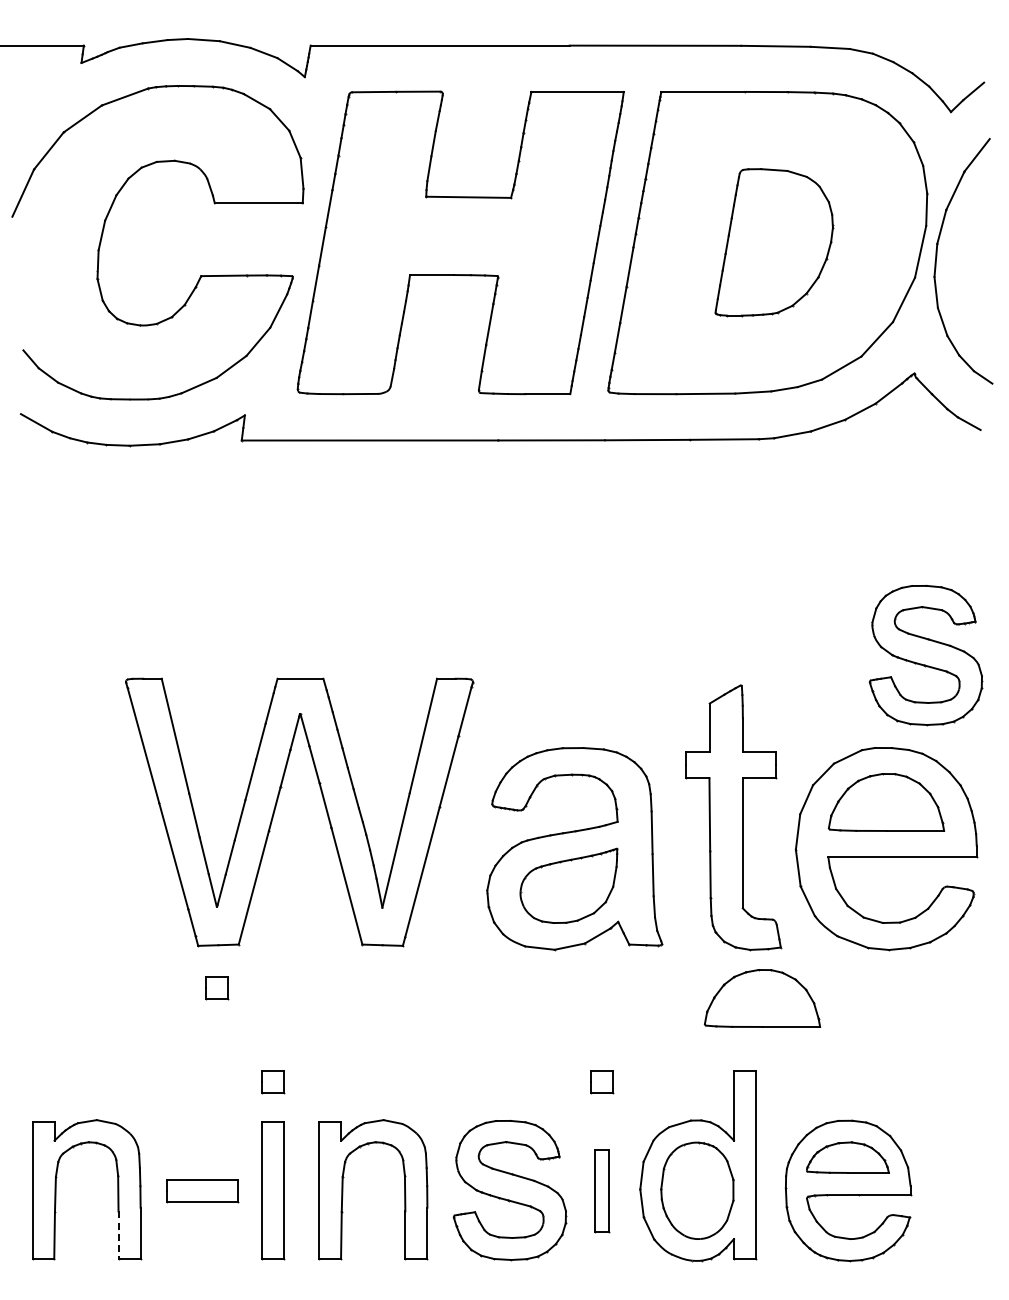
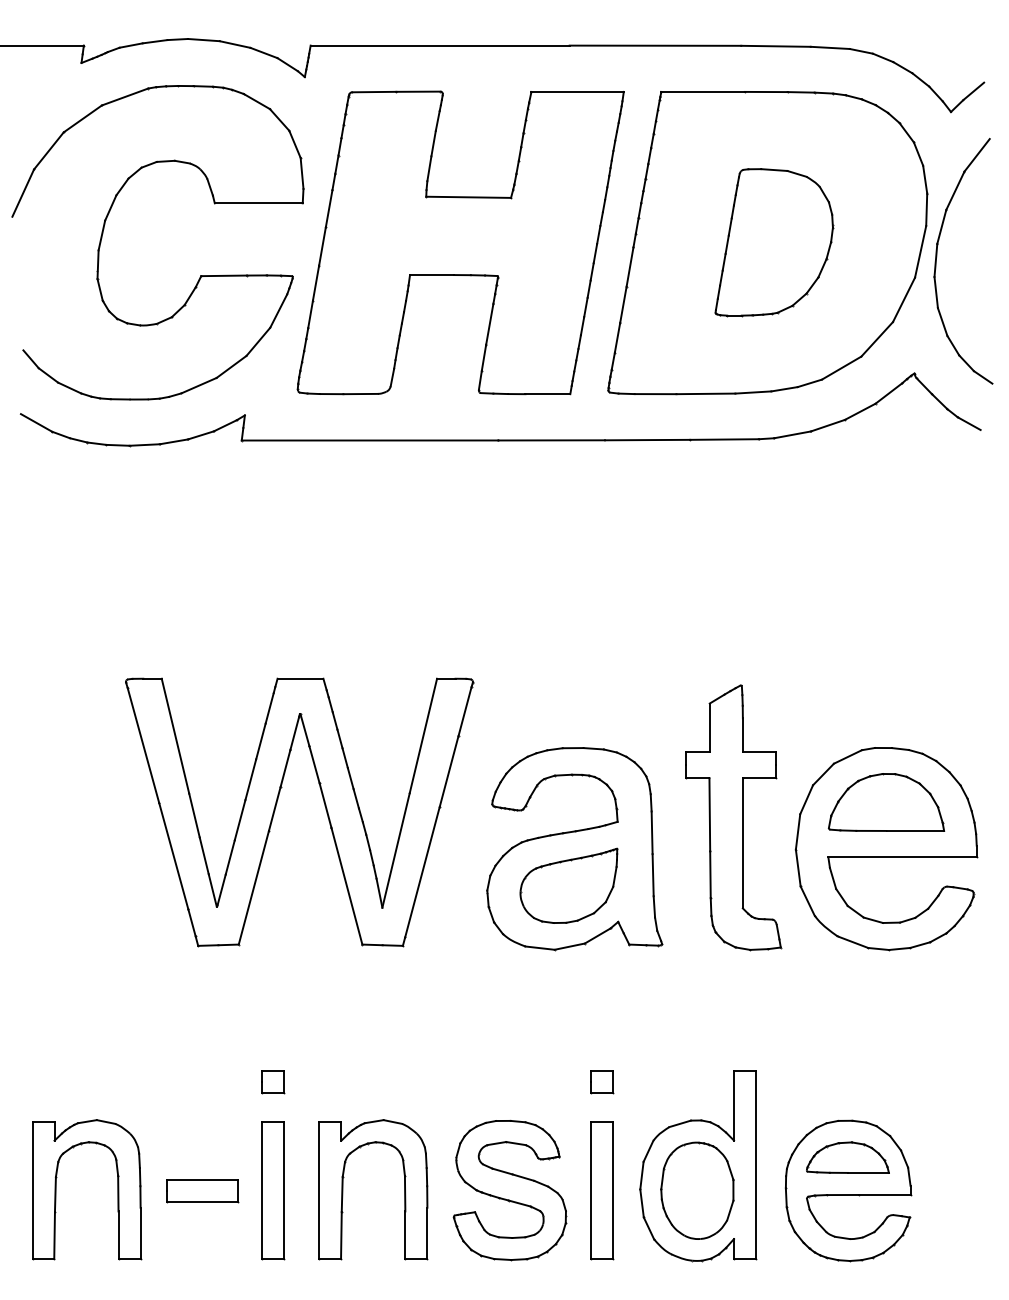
part at (925, 655): present -> none
part at (217, 988): present -> none
part at (762, 998): present -> none
part at (602, 1191) size: 17x85 px -> 25x140 px
line at (118, 1235): dashed -> solid
